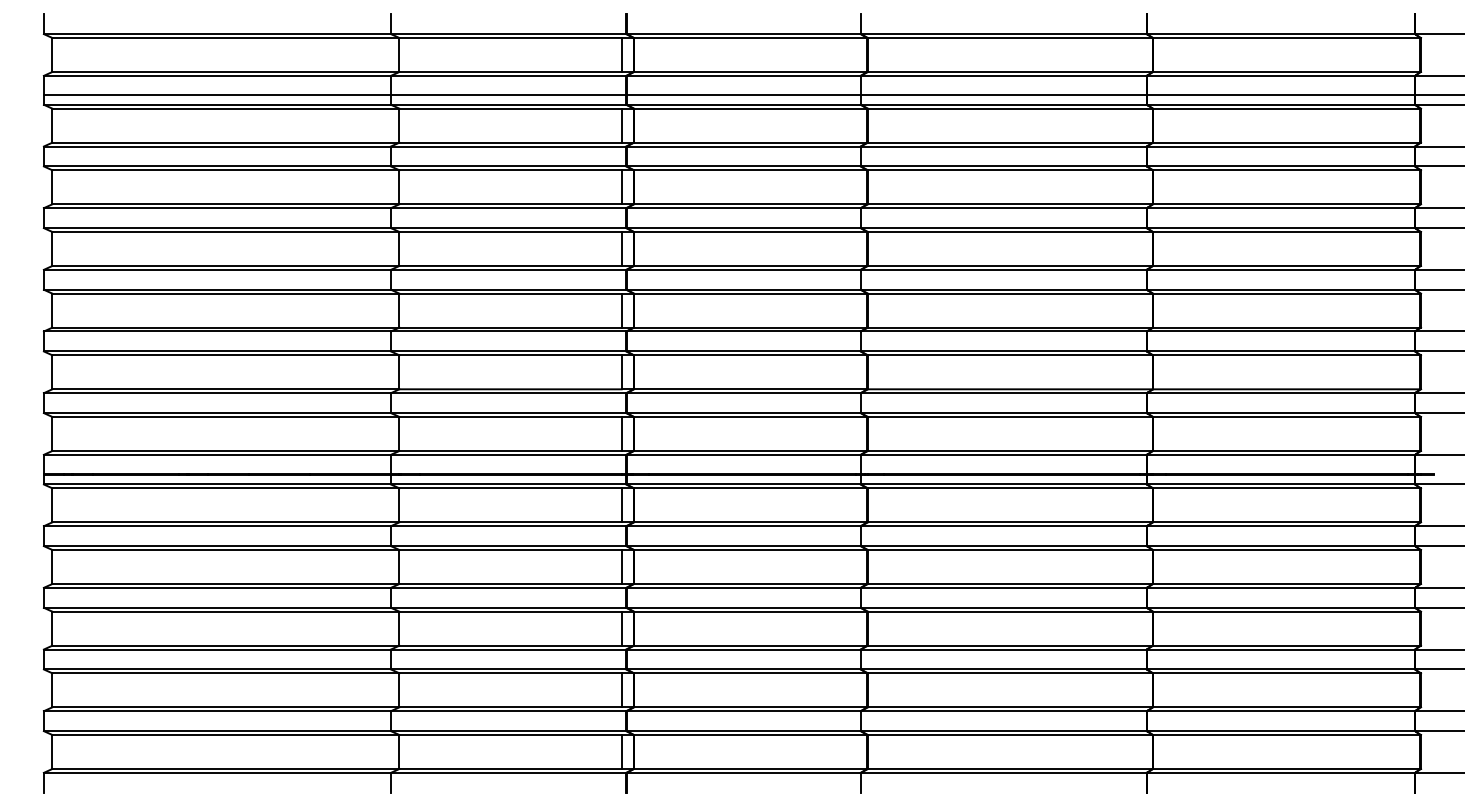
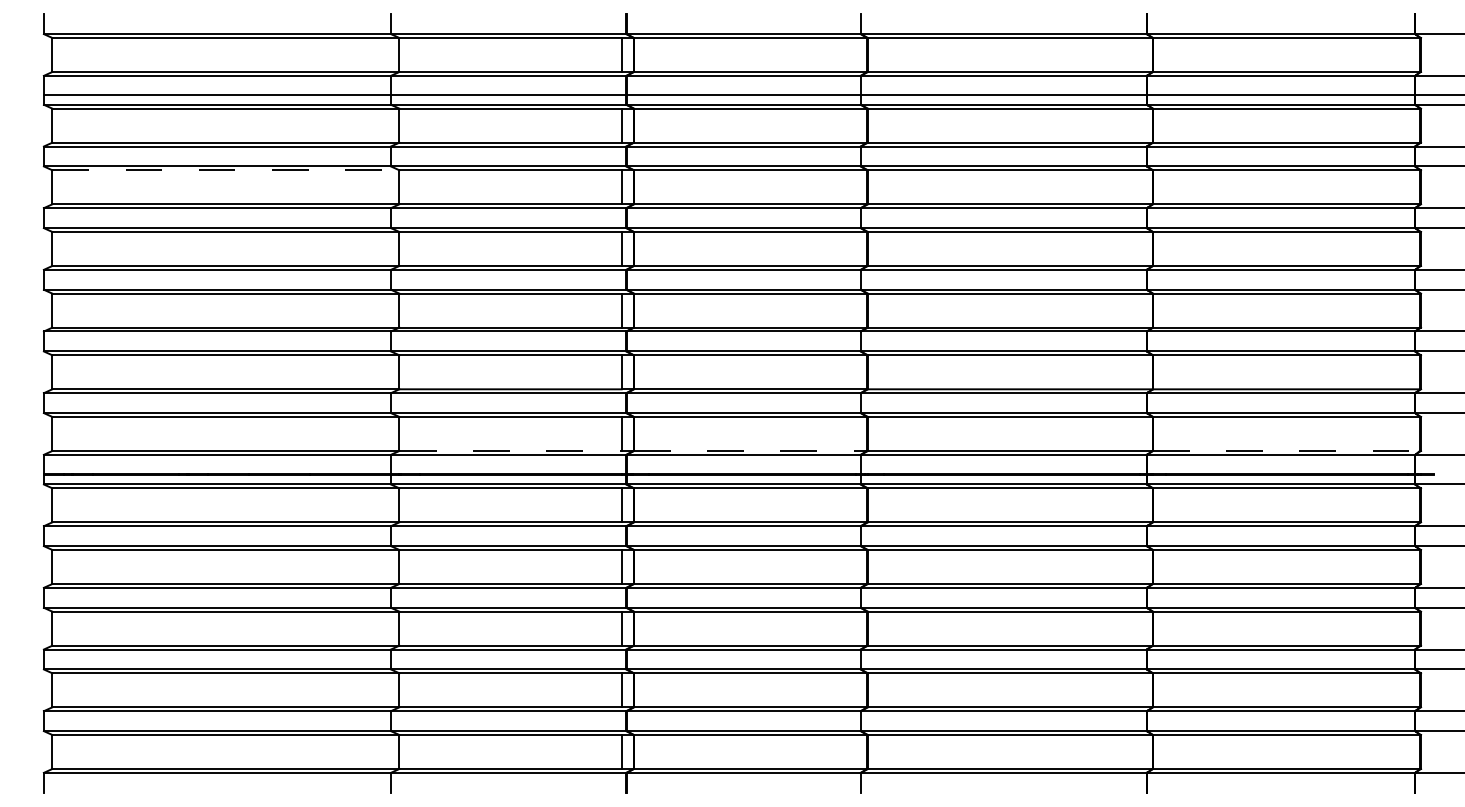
line at (225, 170): solid -> dashed
line at (510, 450): solid -> dashed
line at (751, 450): solid -> dashed
line at (1286, 450): solid -> dashed
